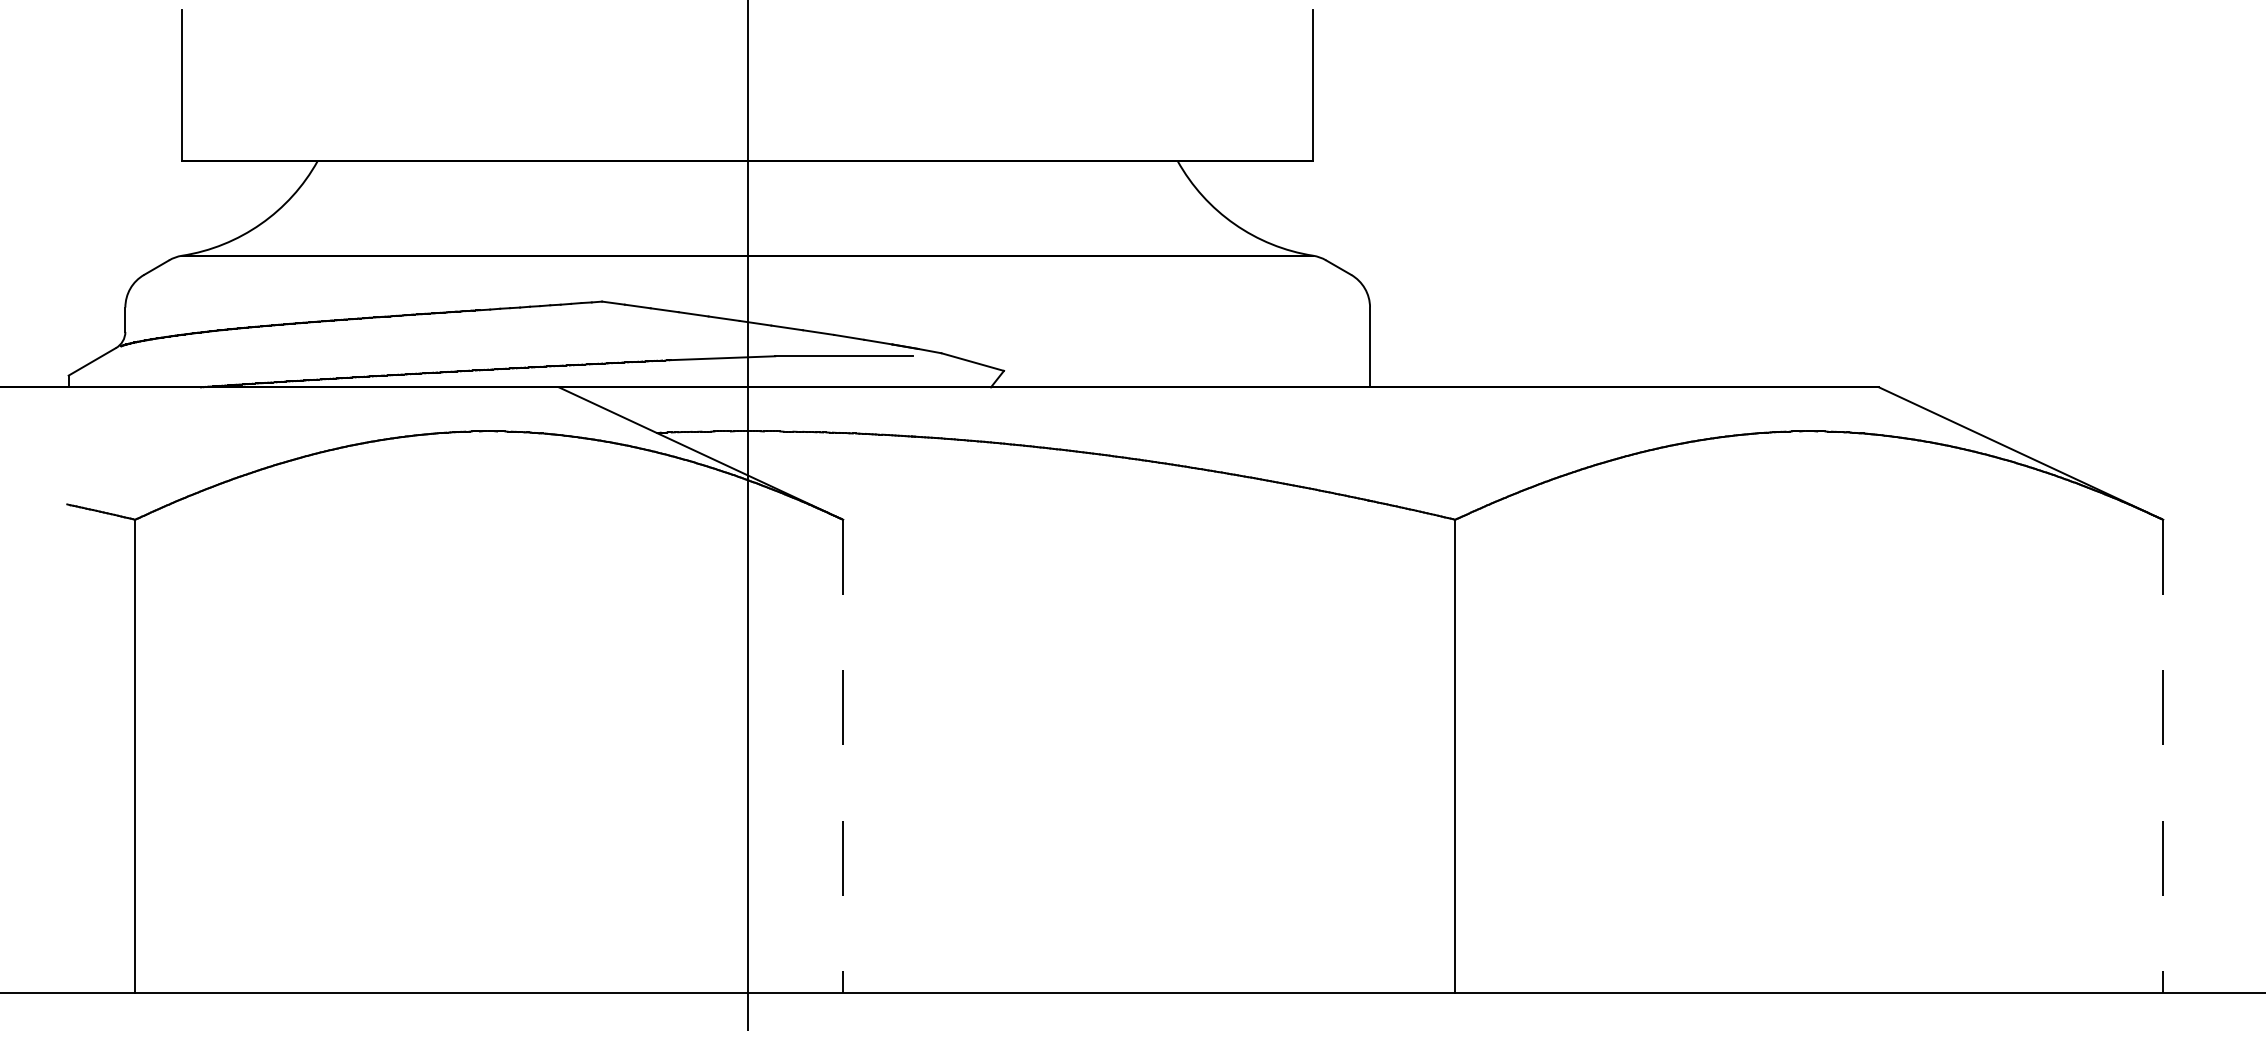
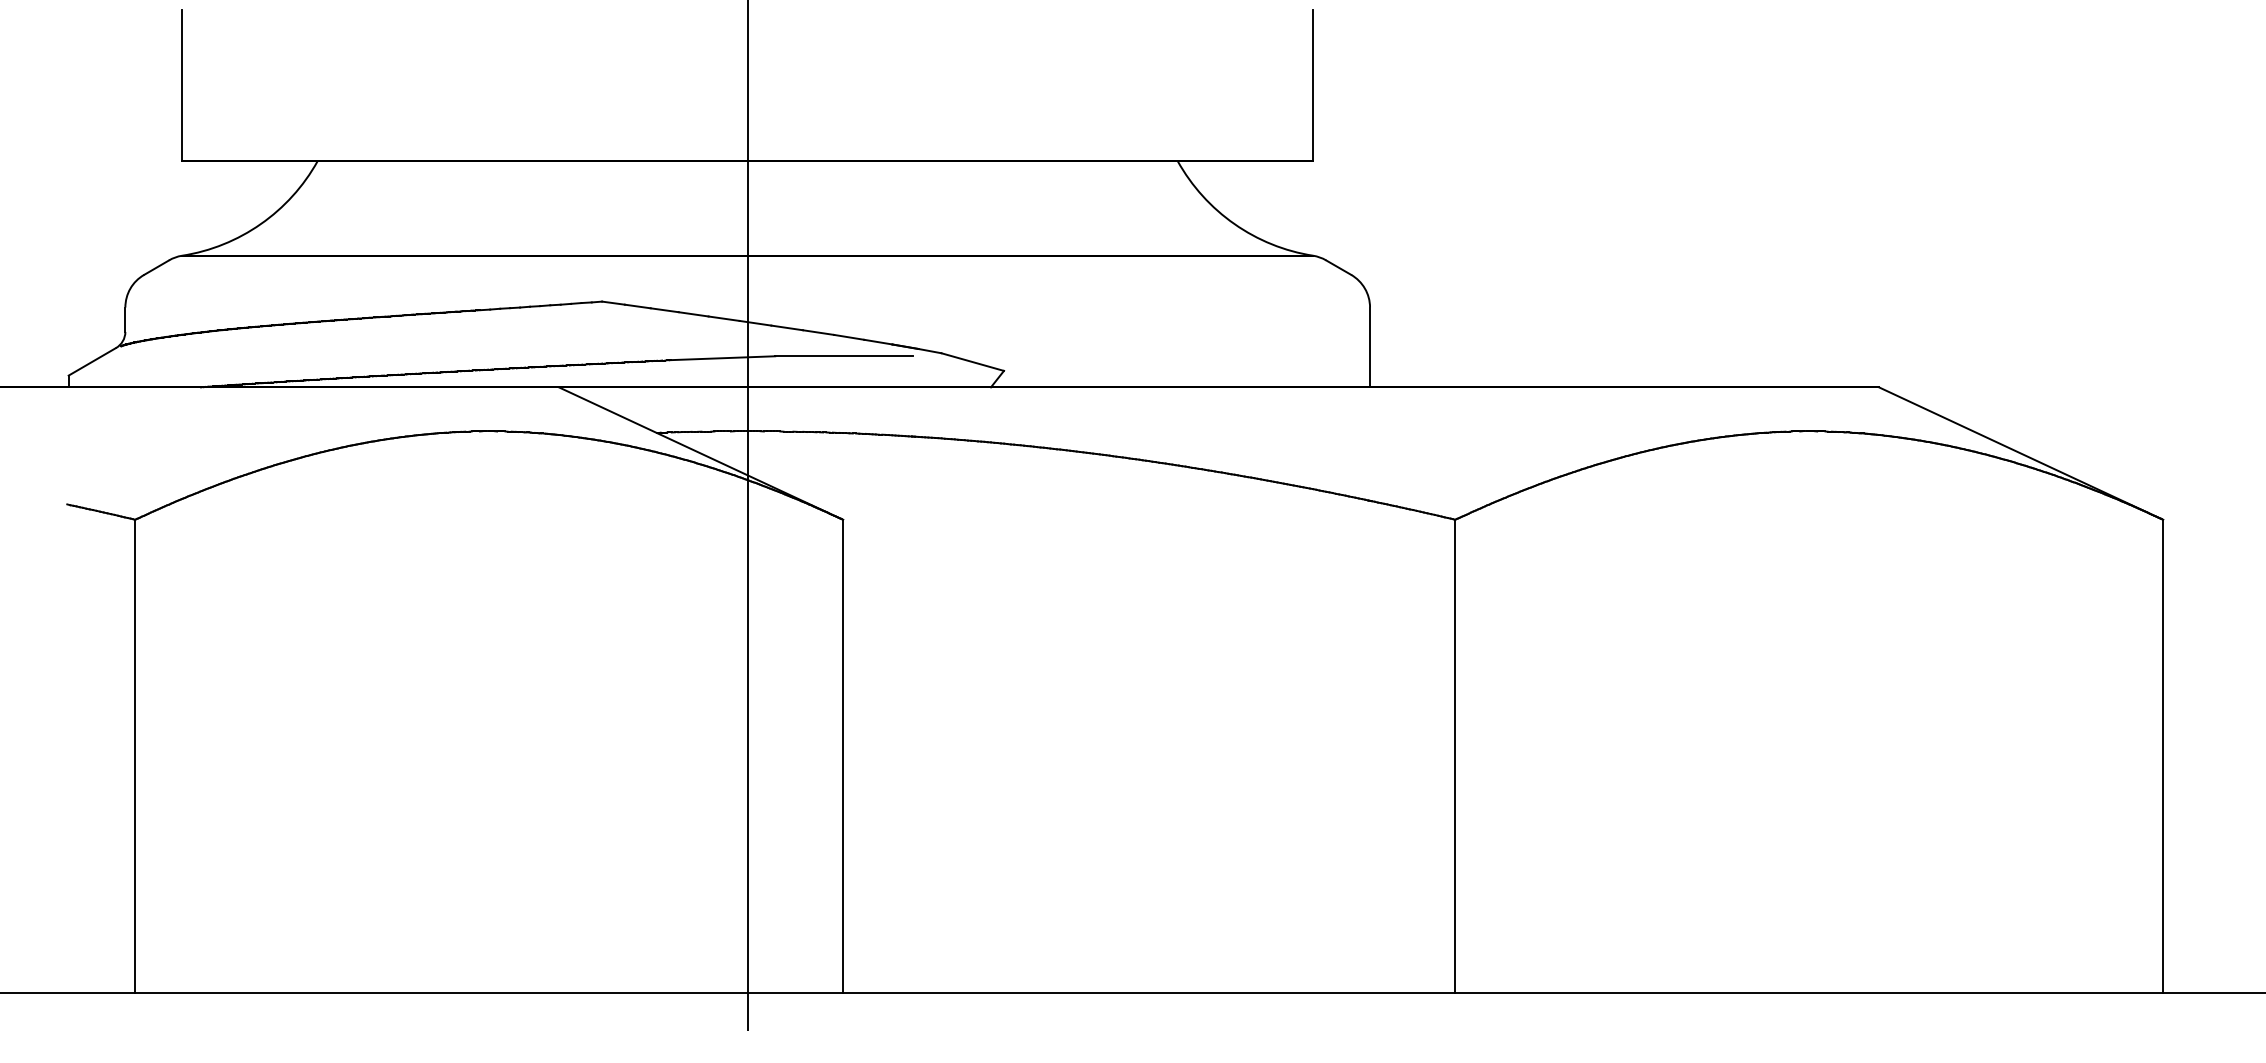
line at (843, 756): dashed -> solid
line at (2163, 756): dashed -> solid
